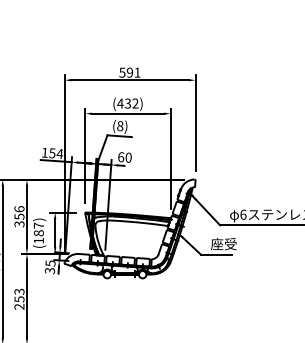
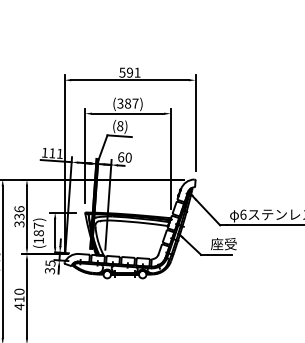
text at (127, 103): (432) -> (387)
text at (56, 153): 154 -> 111
text at (18, 216): 356 -> 336
text at (19, 299): 253 -> 410
